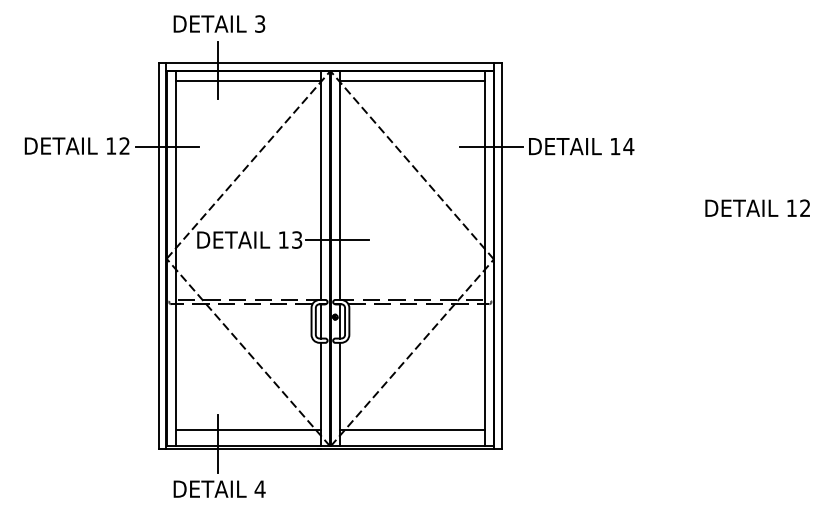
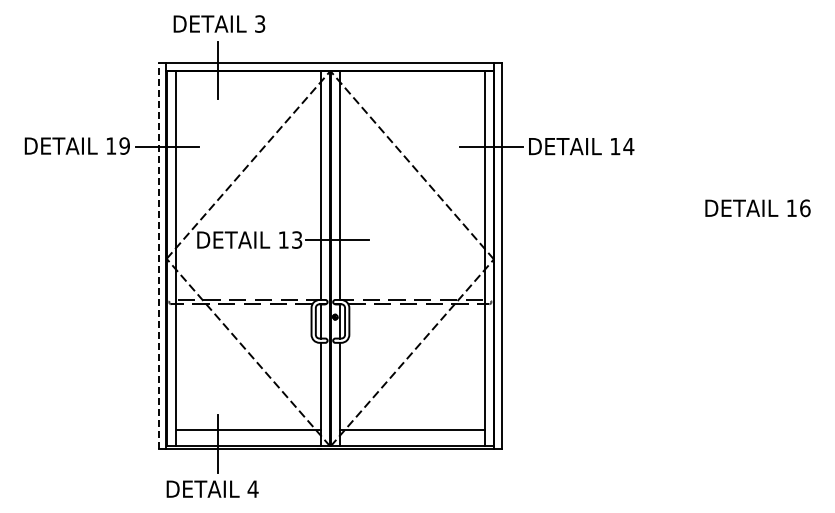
line at (247, 81): present -> none
line at (411, 81): present -> none
text at (124, 145): 12 -> 19
text at (805, 208): 12 -> 16
line at (158, 256): solid -> dashed
text at (219, 488) position: (219, 488) -> (212, 488)
